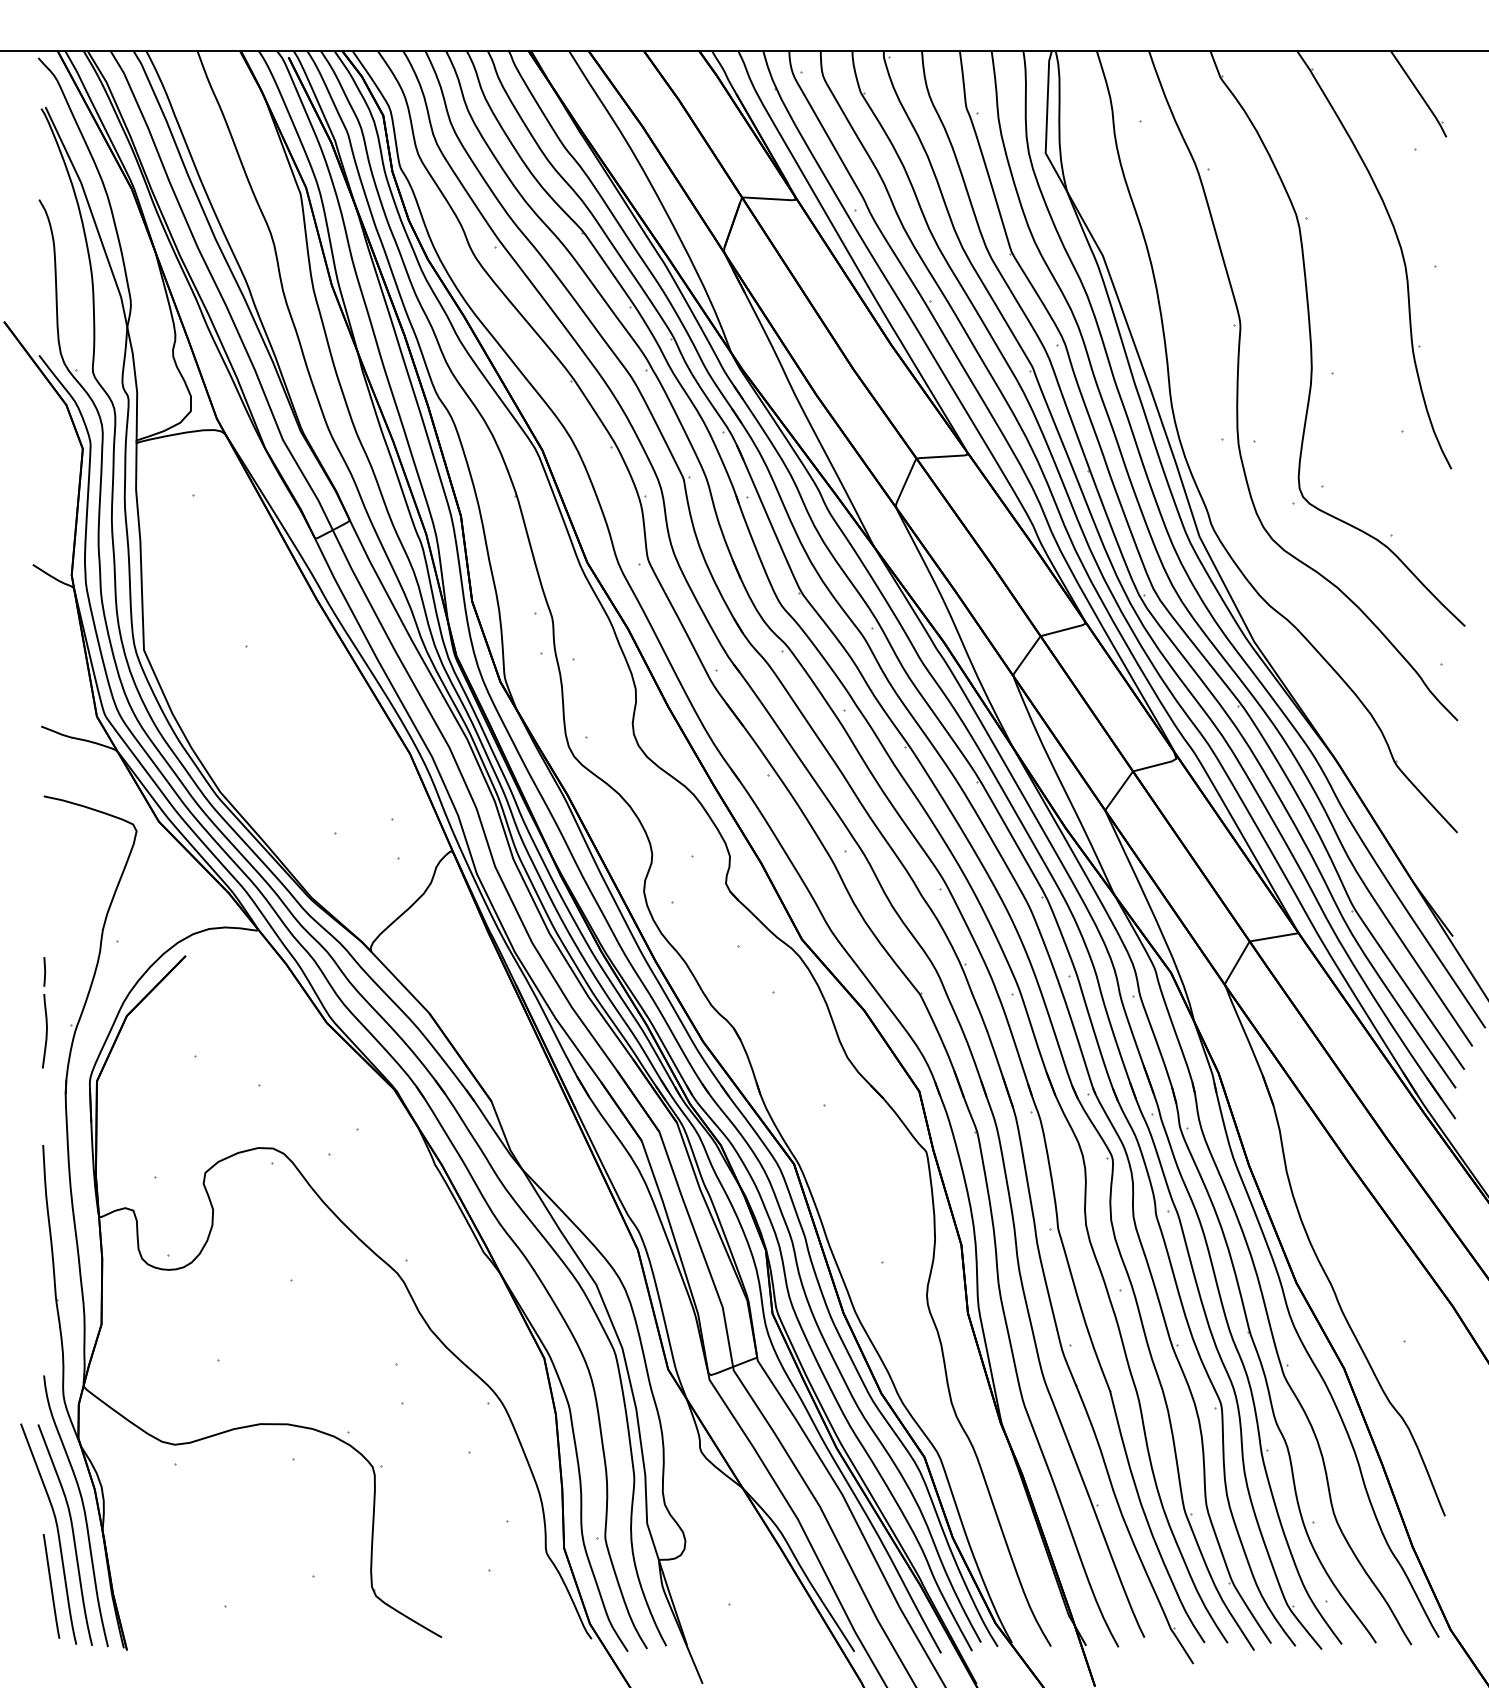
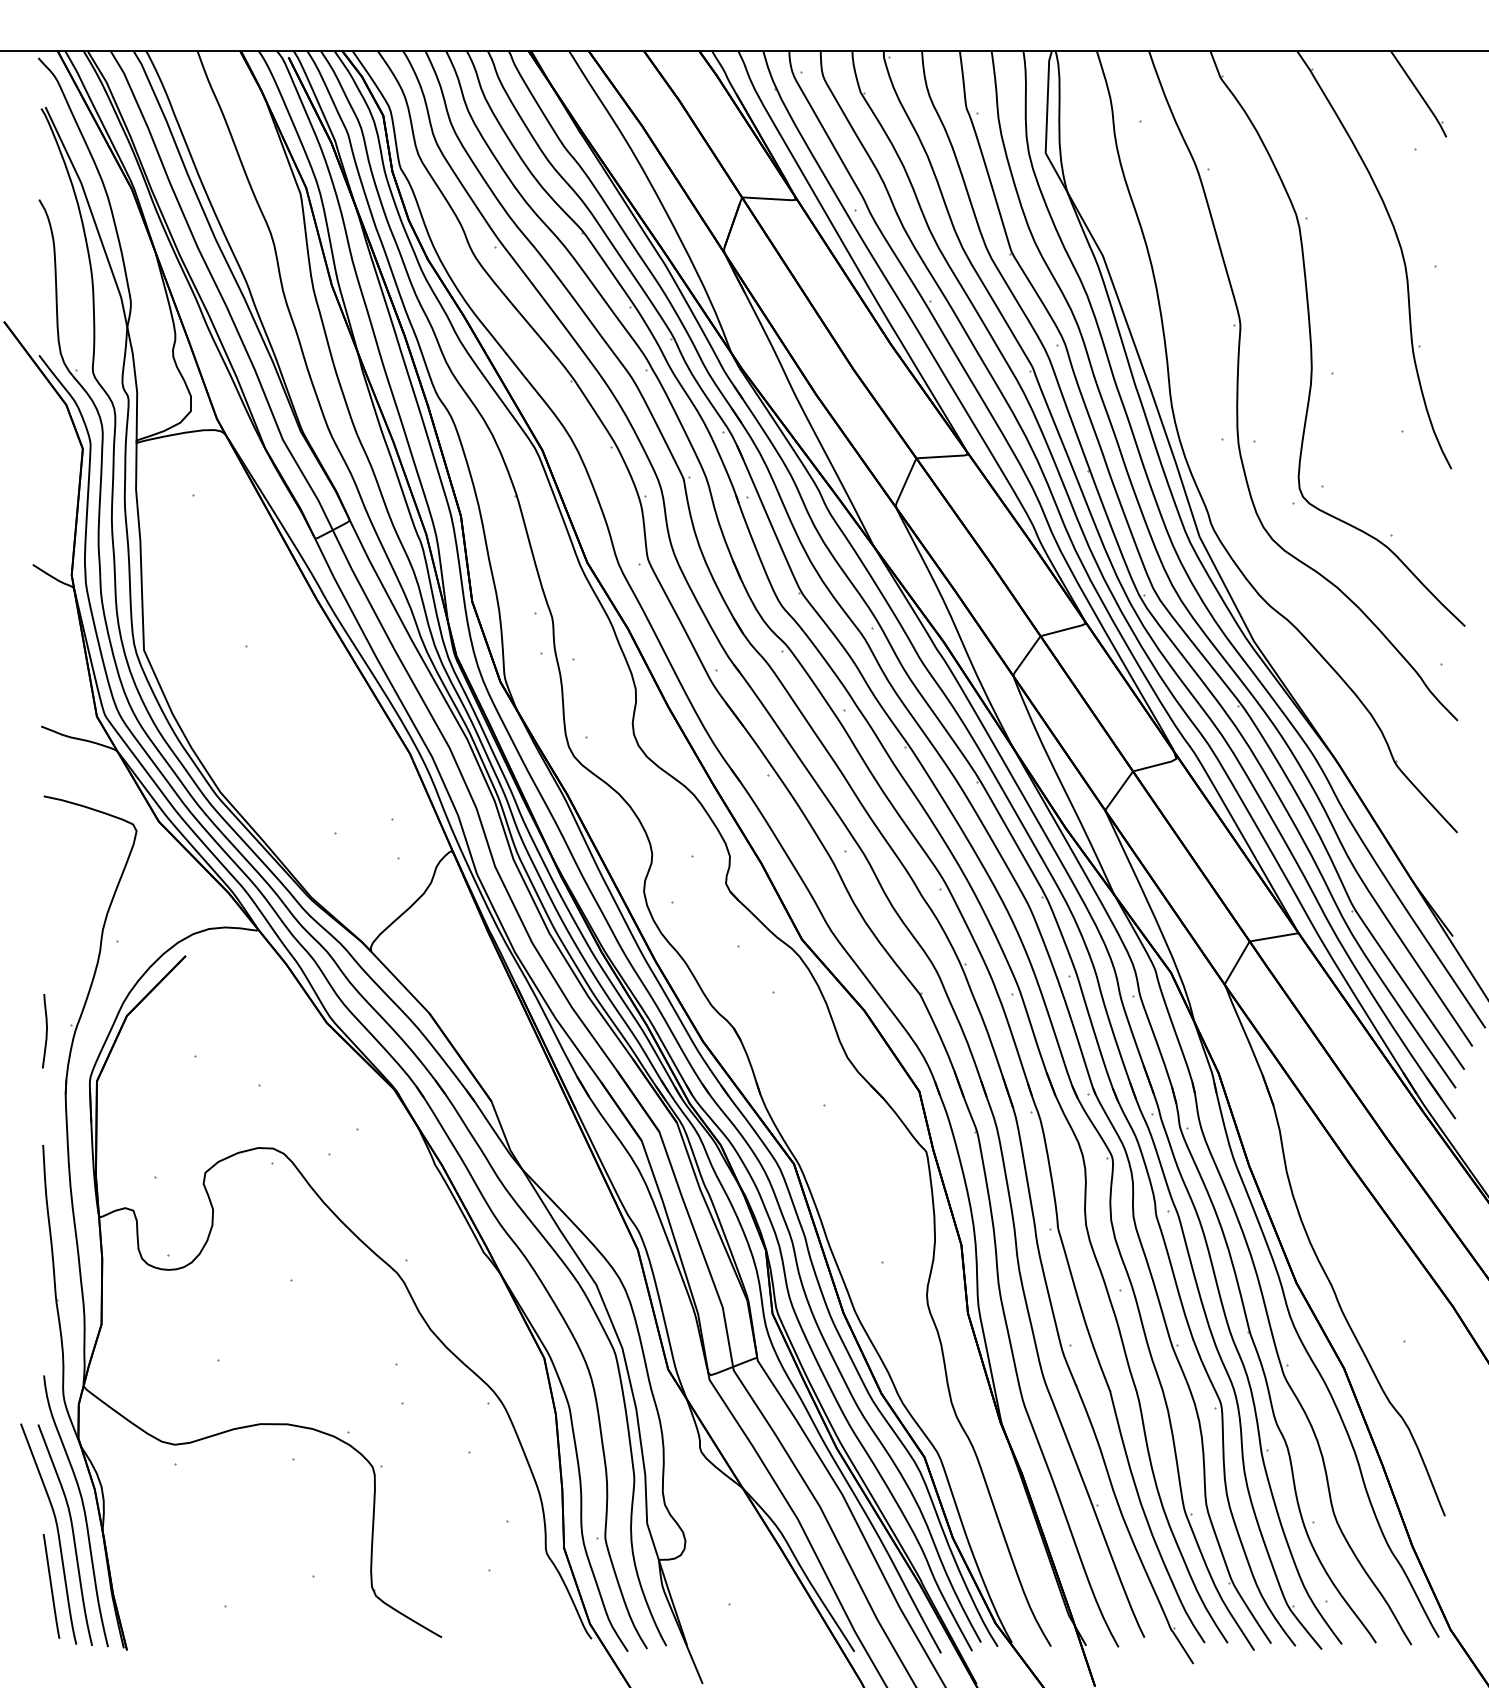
line at (44, 971): present -> none
